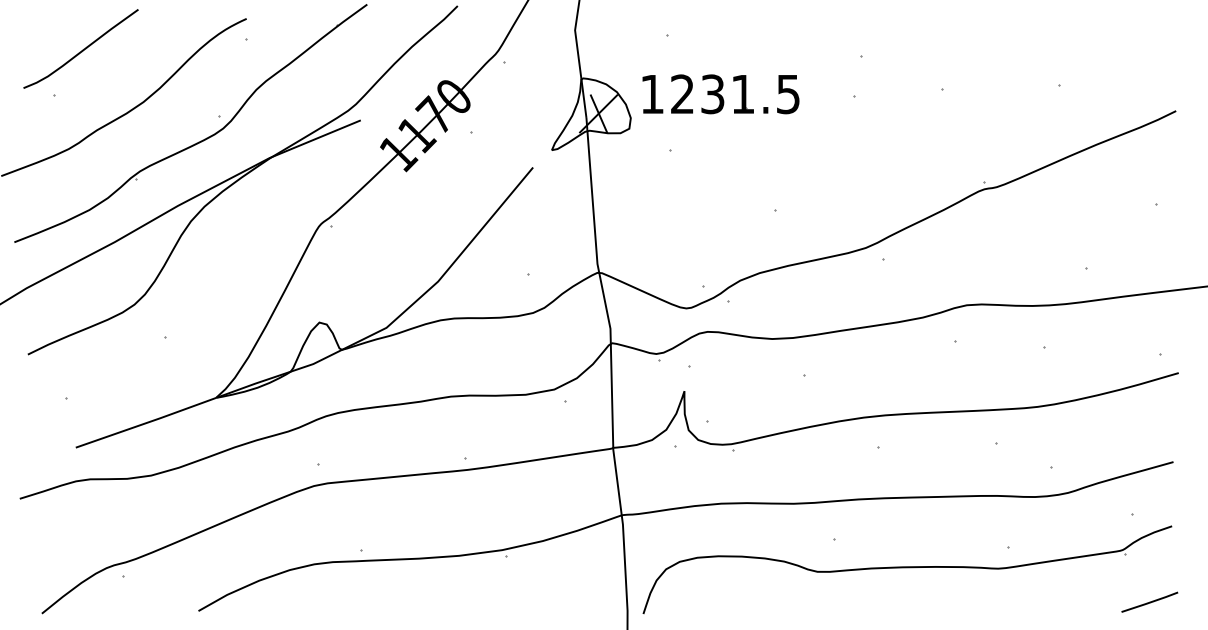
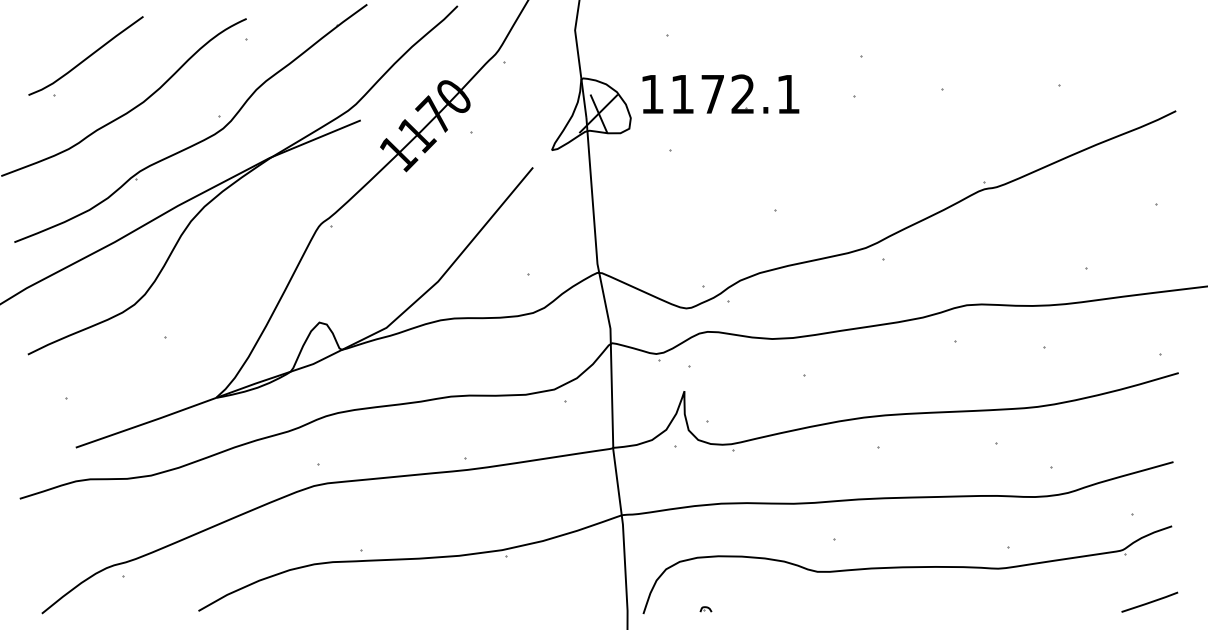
curve at (82, 49) position: (82, 49) -> (87, 56)
text at (735, 94): 1231.5 -> 1172.1
part at (705, 609): none -> present
